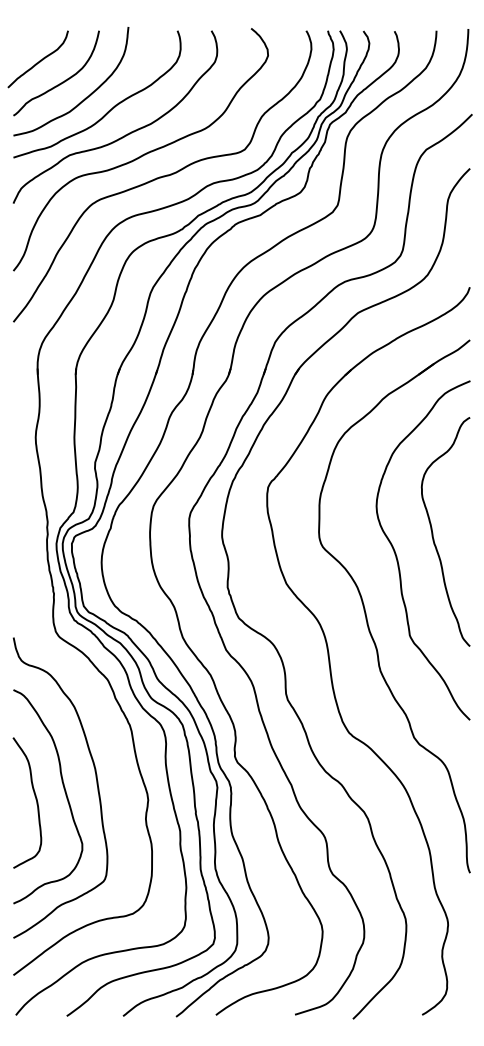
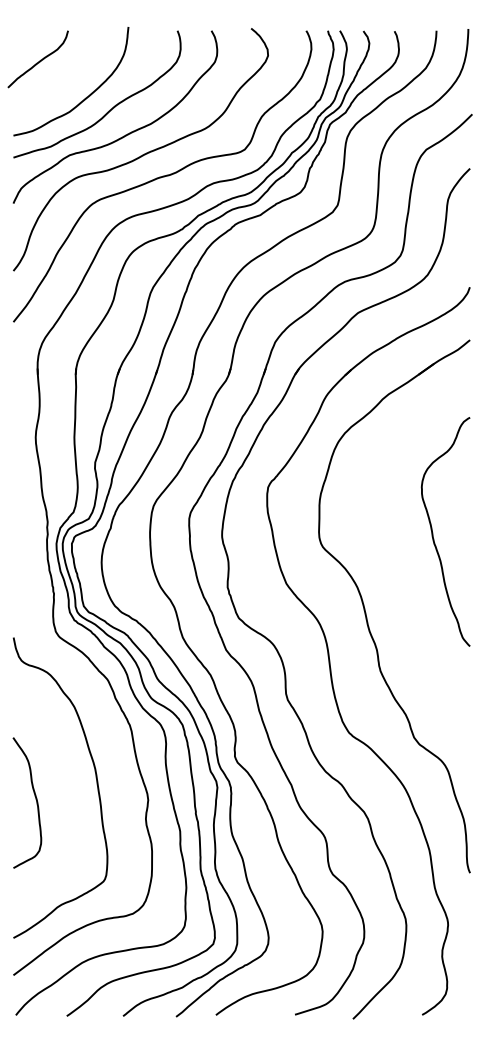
curve at (62, 81): present -> none
curve at (397, 556): present -> none
curve at (64, 792): present -> none
